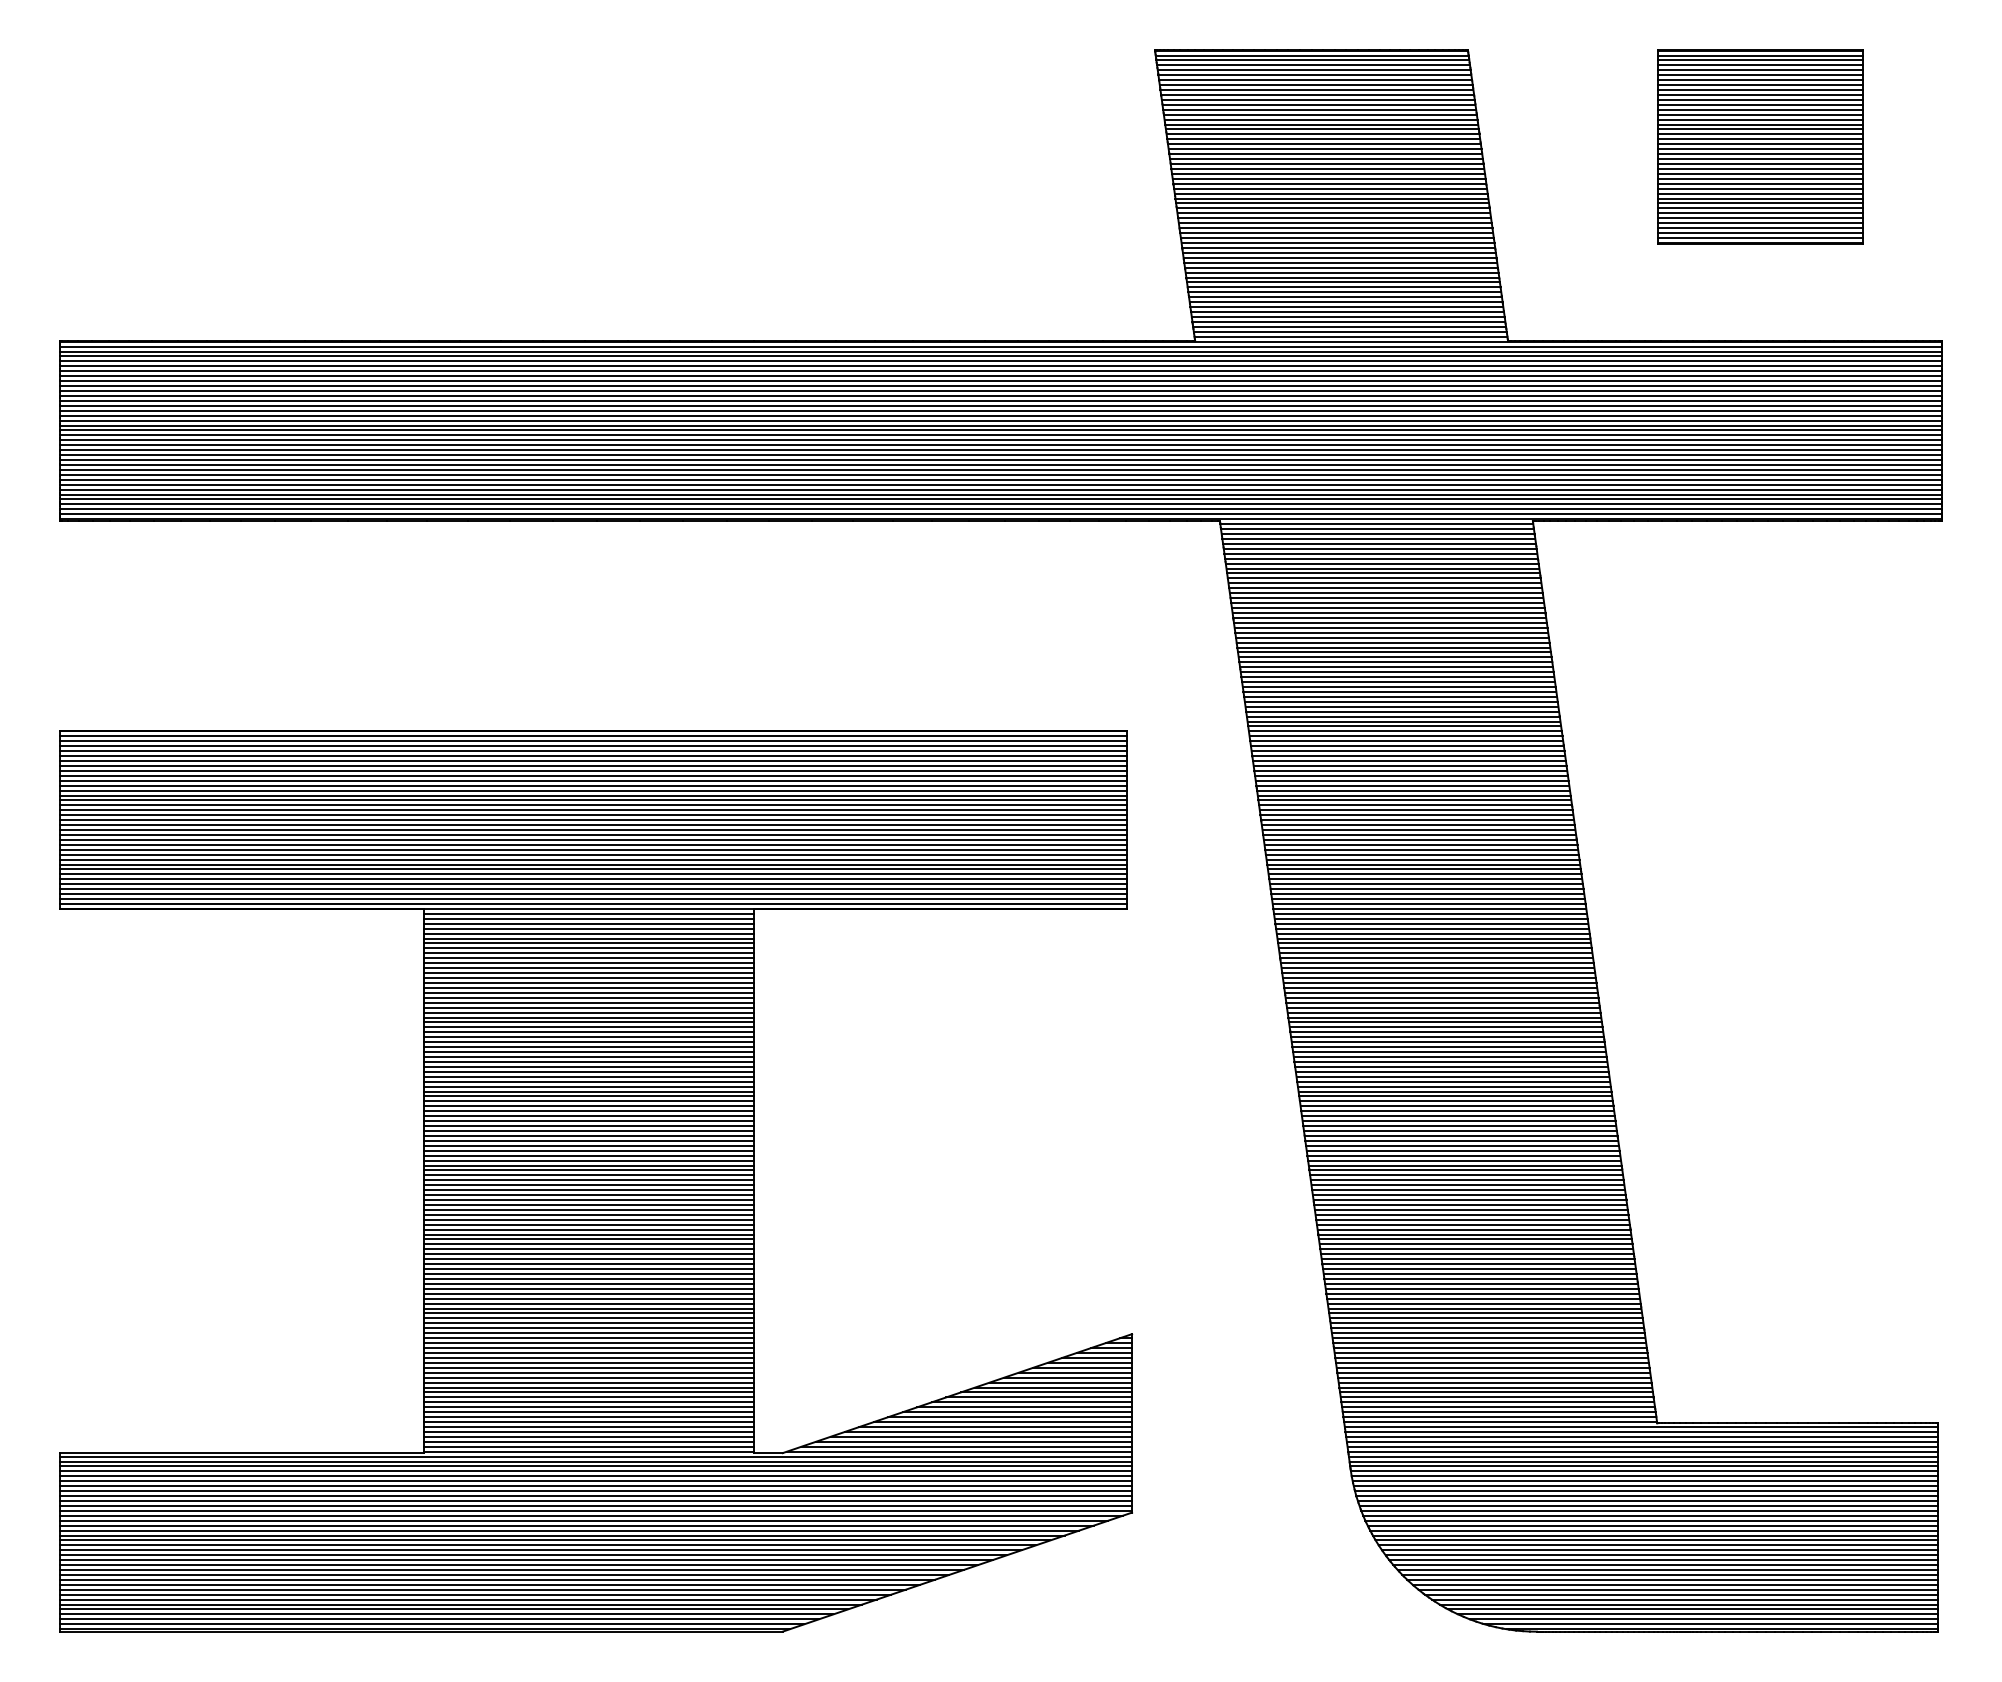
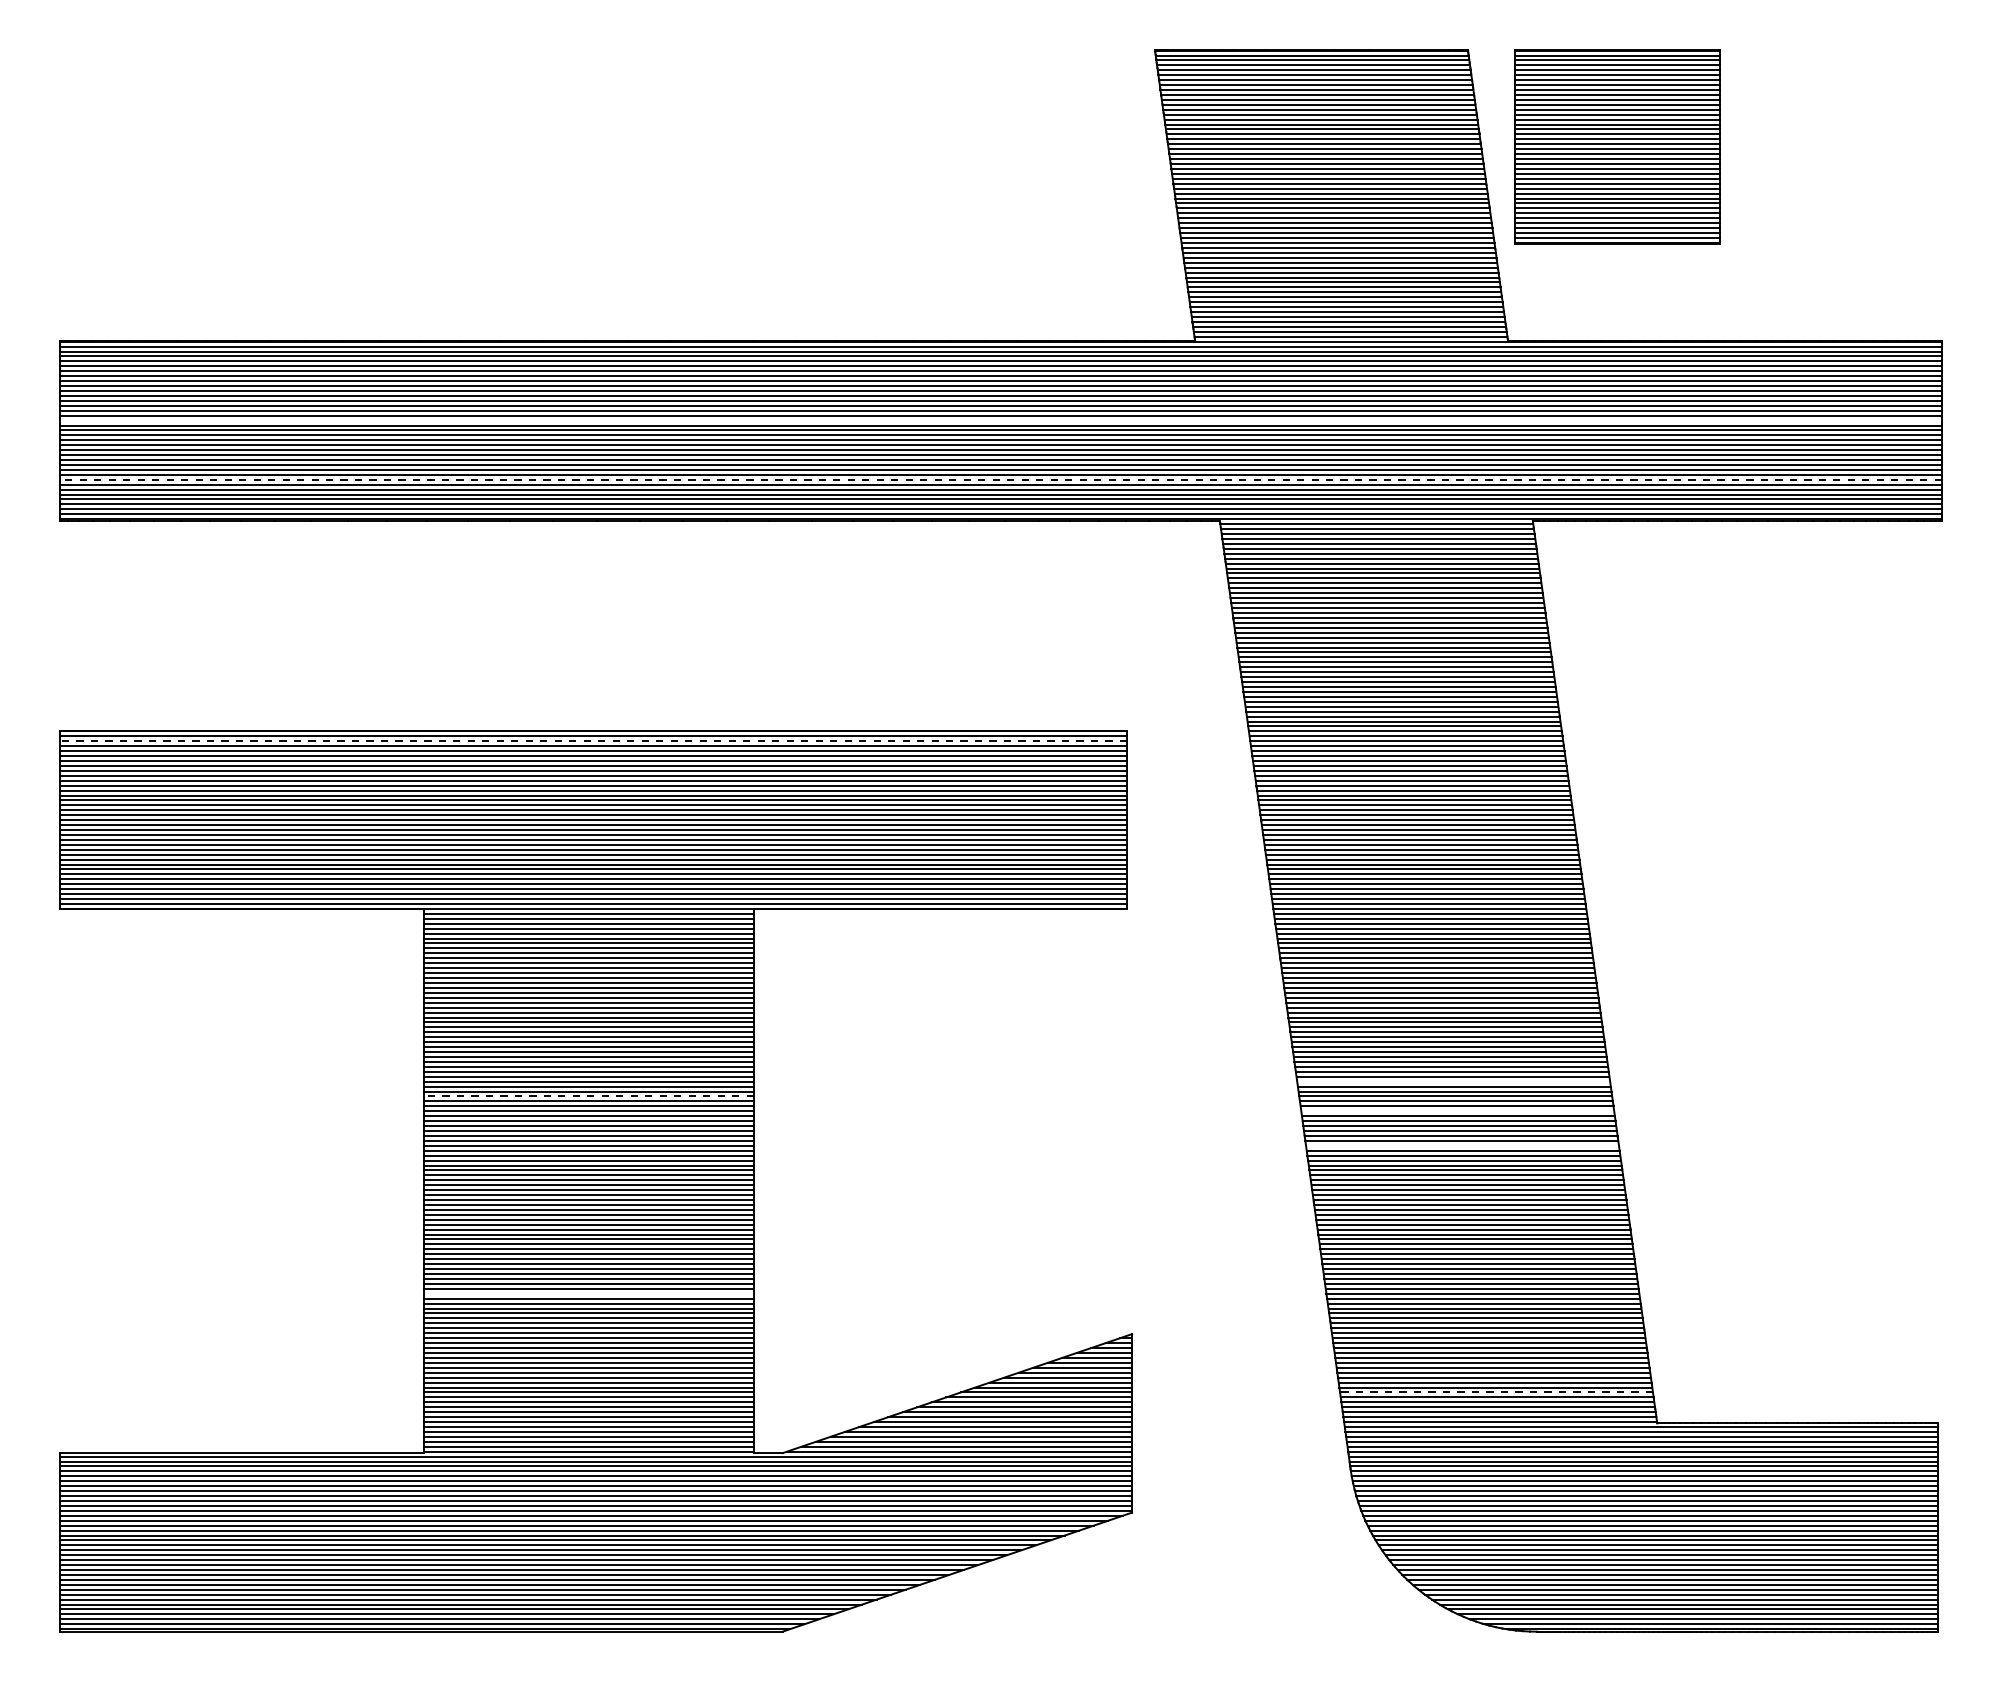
part at (1760, 146) position: (1760, 146) -> (1617, 146)
line at (1000, 420): present -> none
line at (1000, 479): solid -> dashed
line at (593, 741): solid -> dashed
line at (1453, 1081): present -> none
line at (588, 1096): solid -> dashed
line at (1457, 1111): present -> none
line at (1462, 1145): present -> none
line at (588, 1293): present -> none
line at (1496, 1392): solid -> dashed
